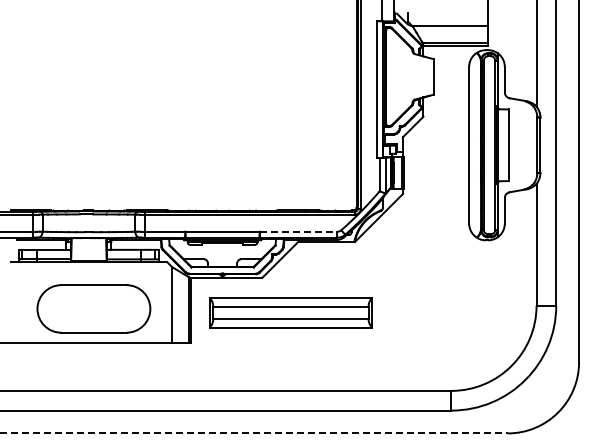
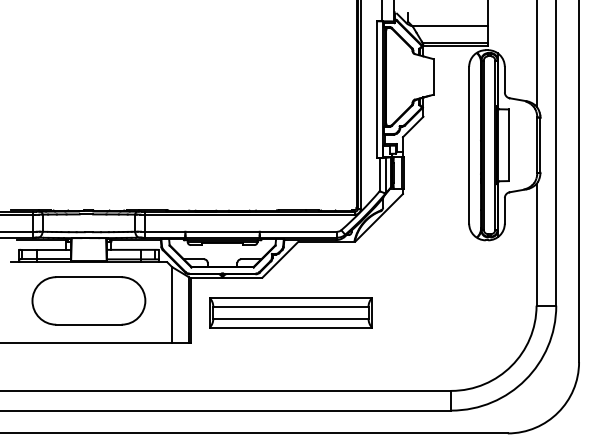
line at (298, 231): dashed -> solid
part at (93, 308) position: (93, 308) -> (88, 300)
line at (254, 433): dashed -> solid
